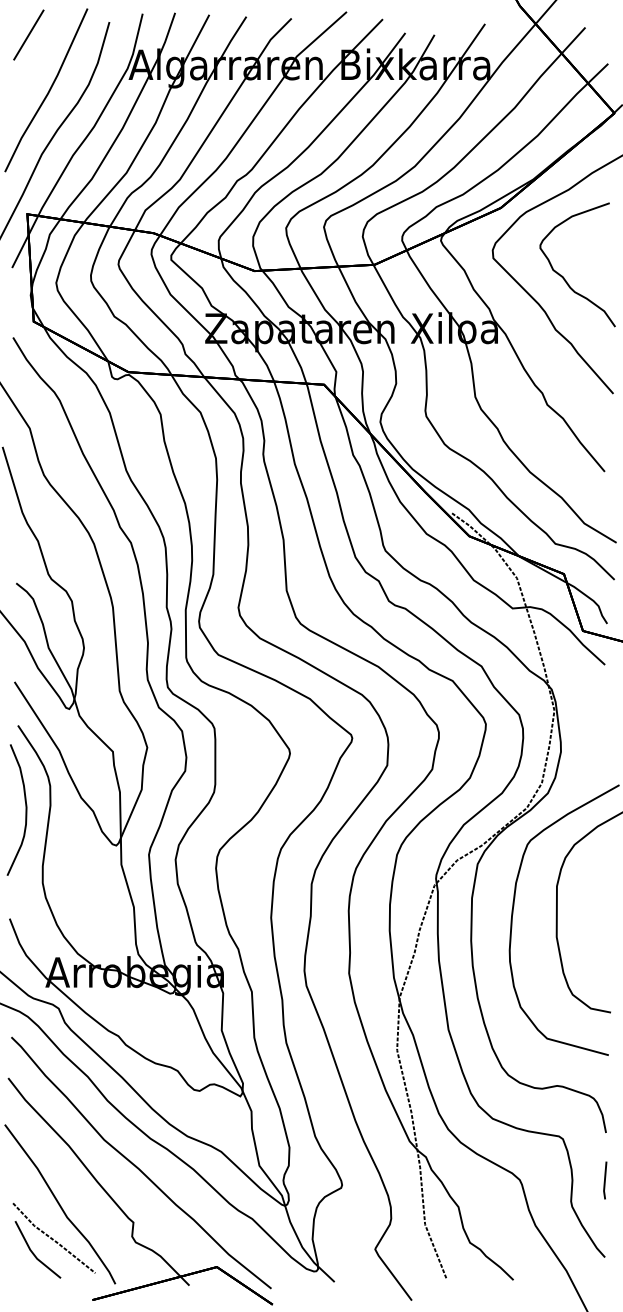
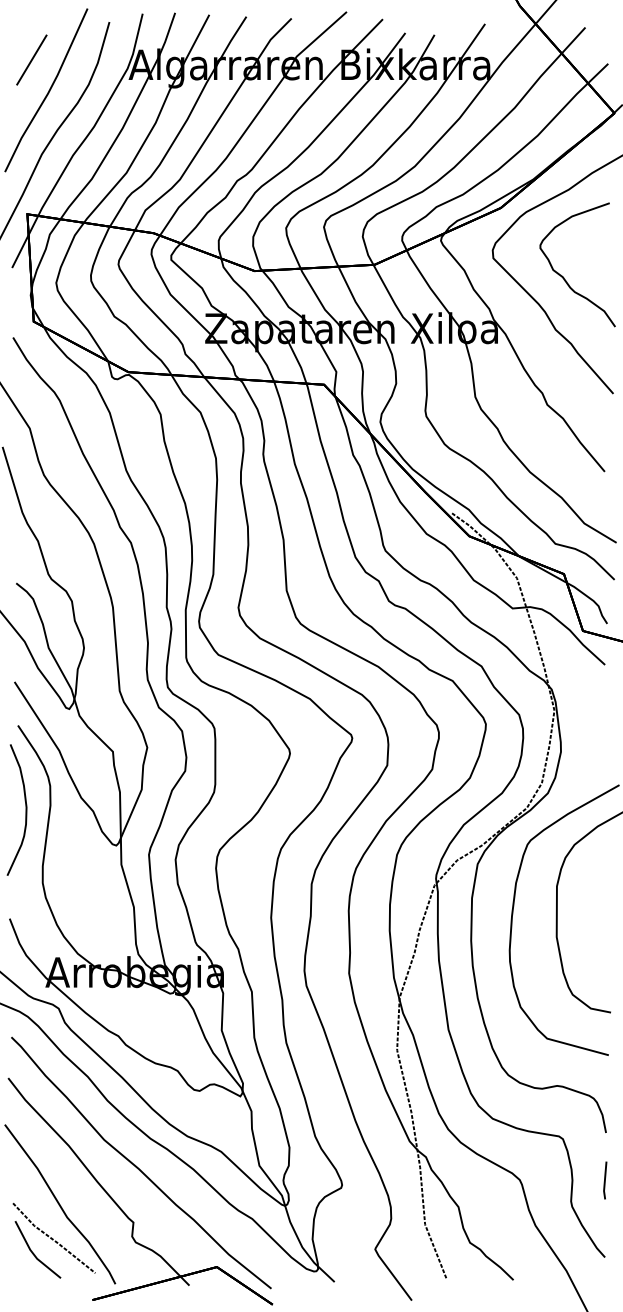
line at (28, 34) position: (28, 34) -> (31, 59)
